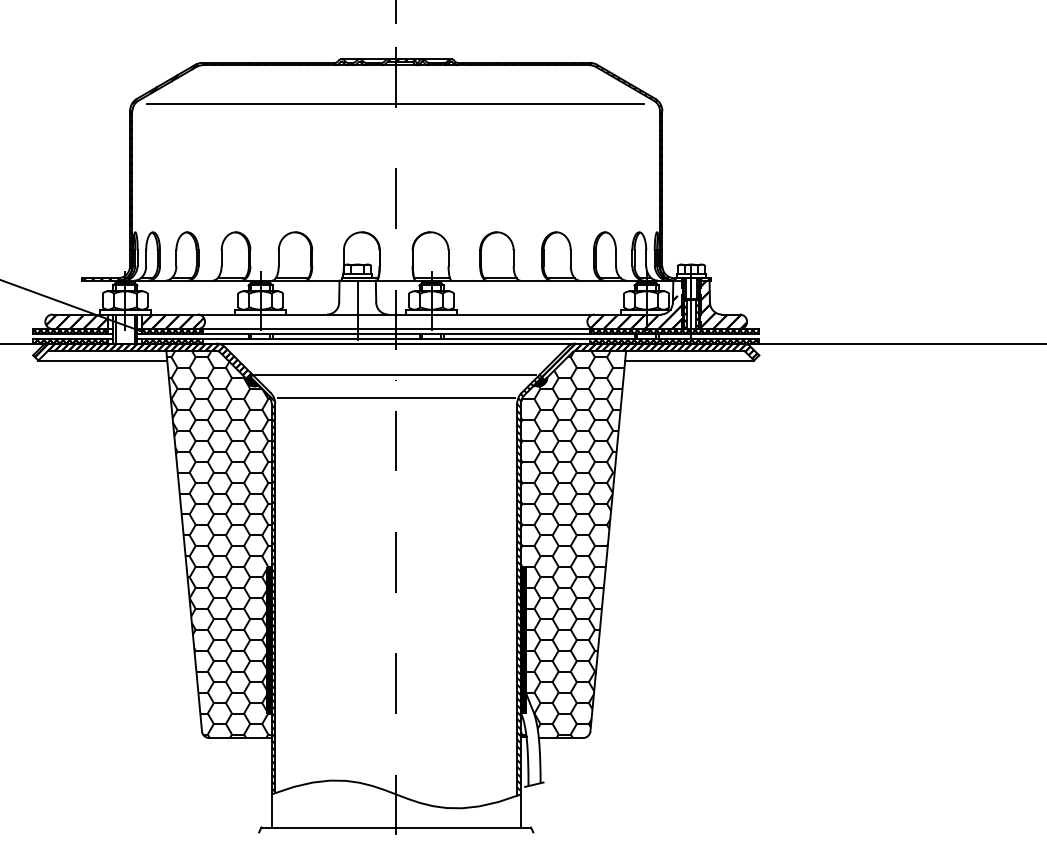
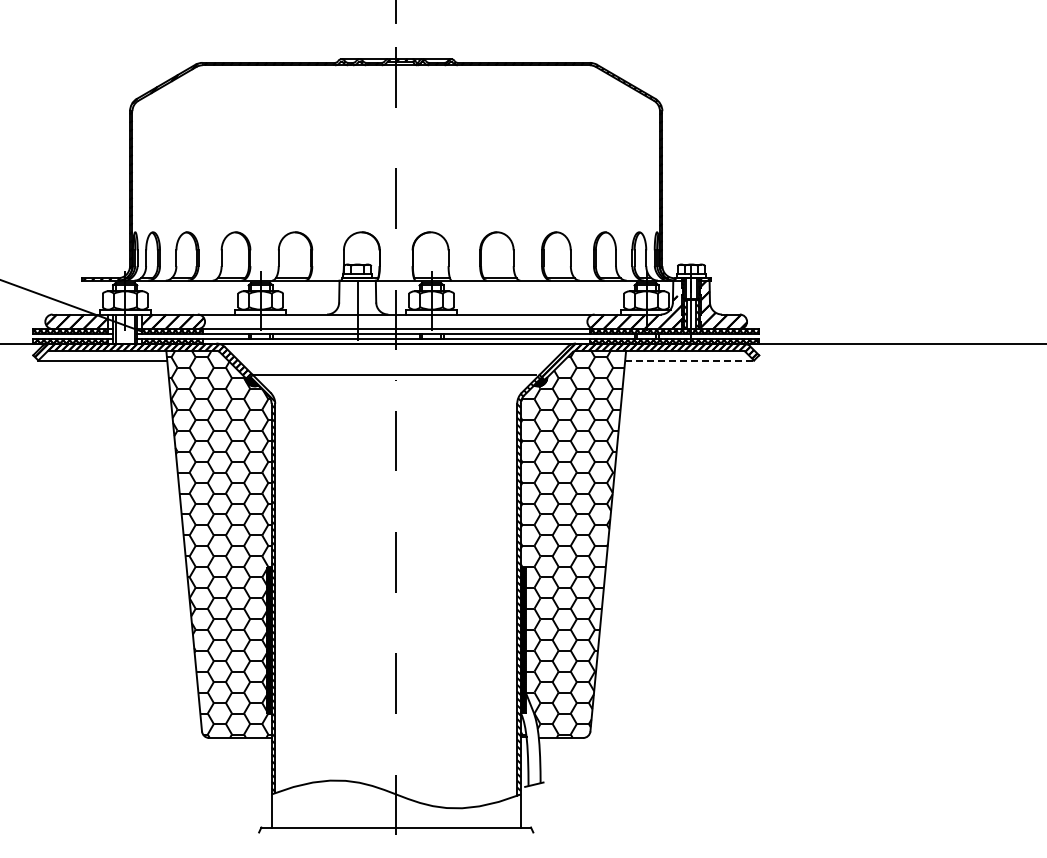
line at (395, 104): present -> none
line at (690, 360): solid -> dashed
line at (395, 397): present -> none
